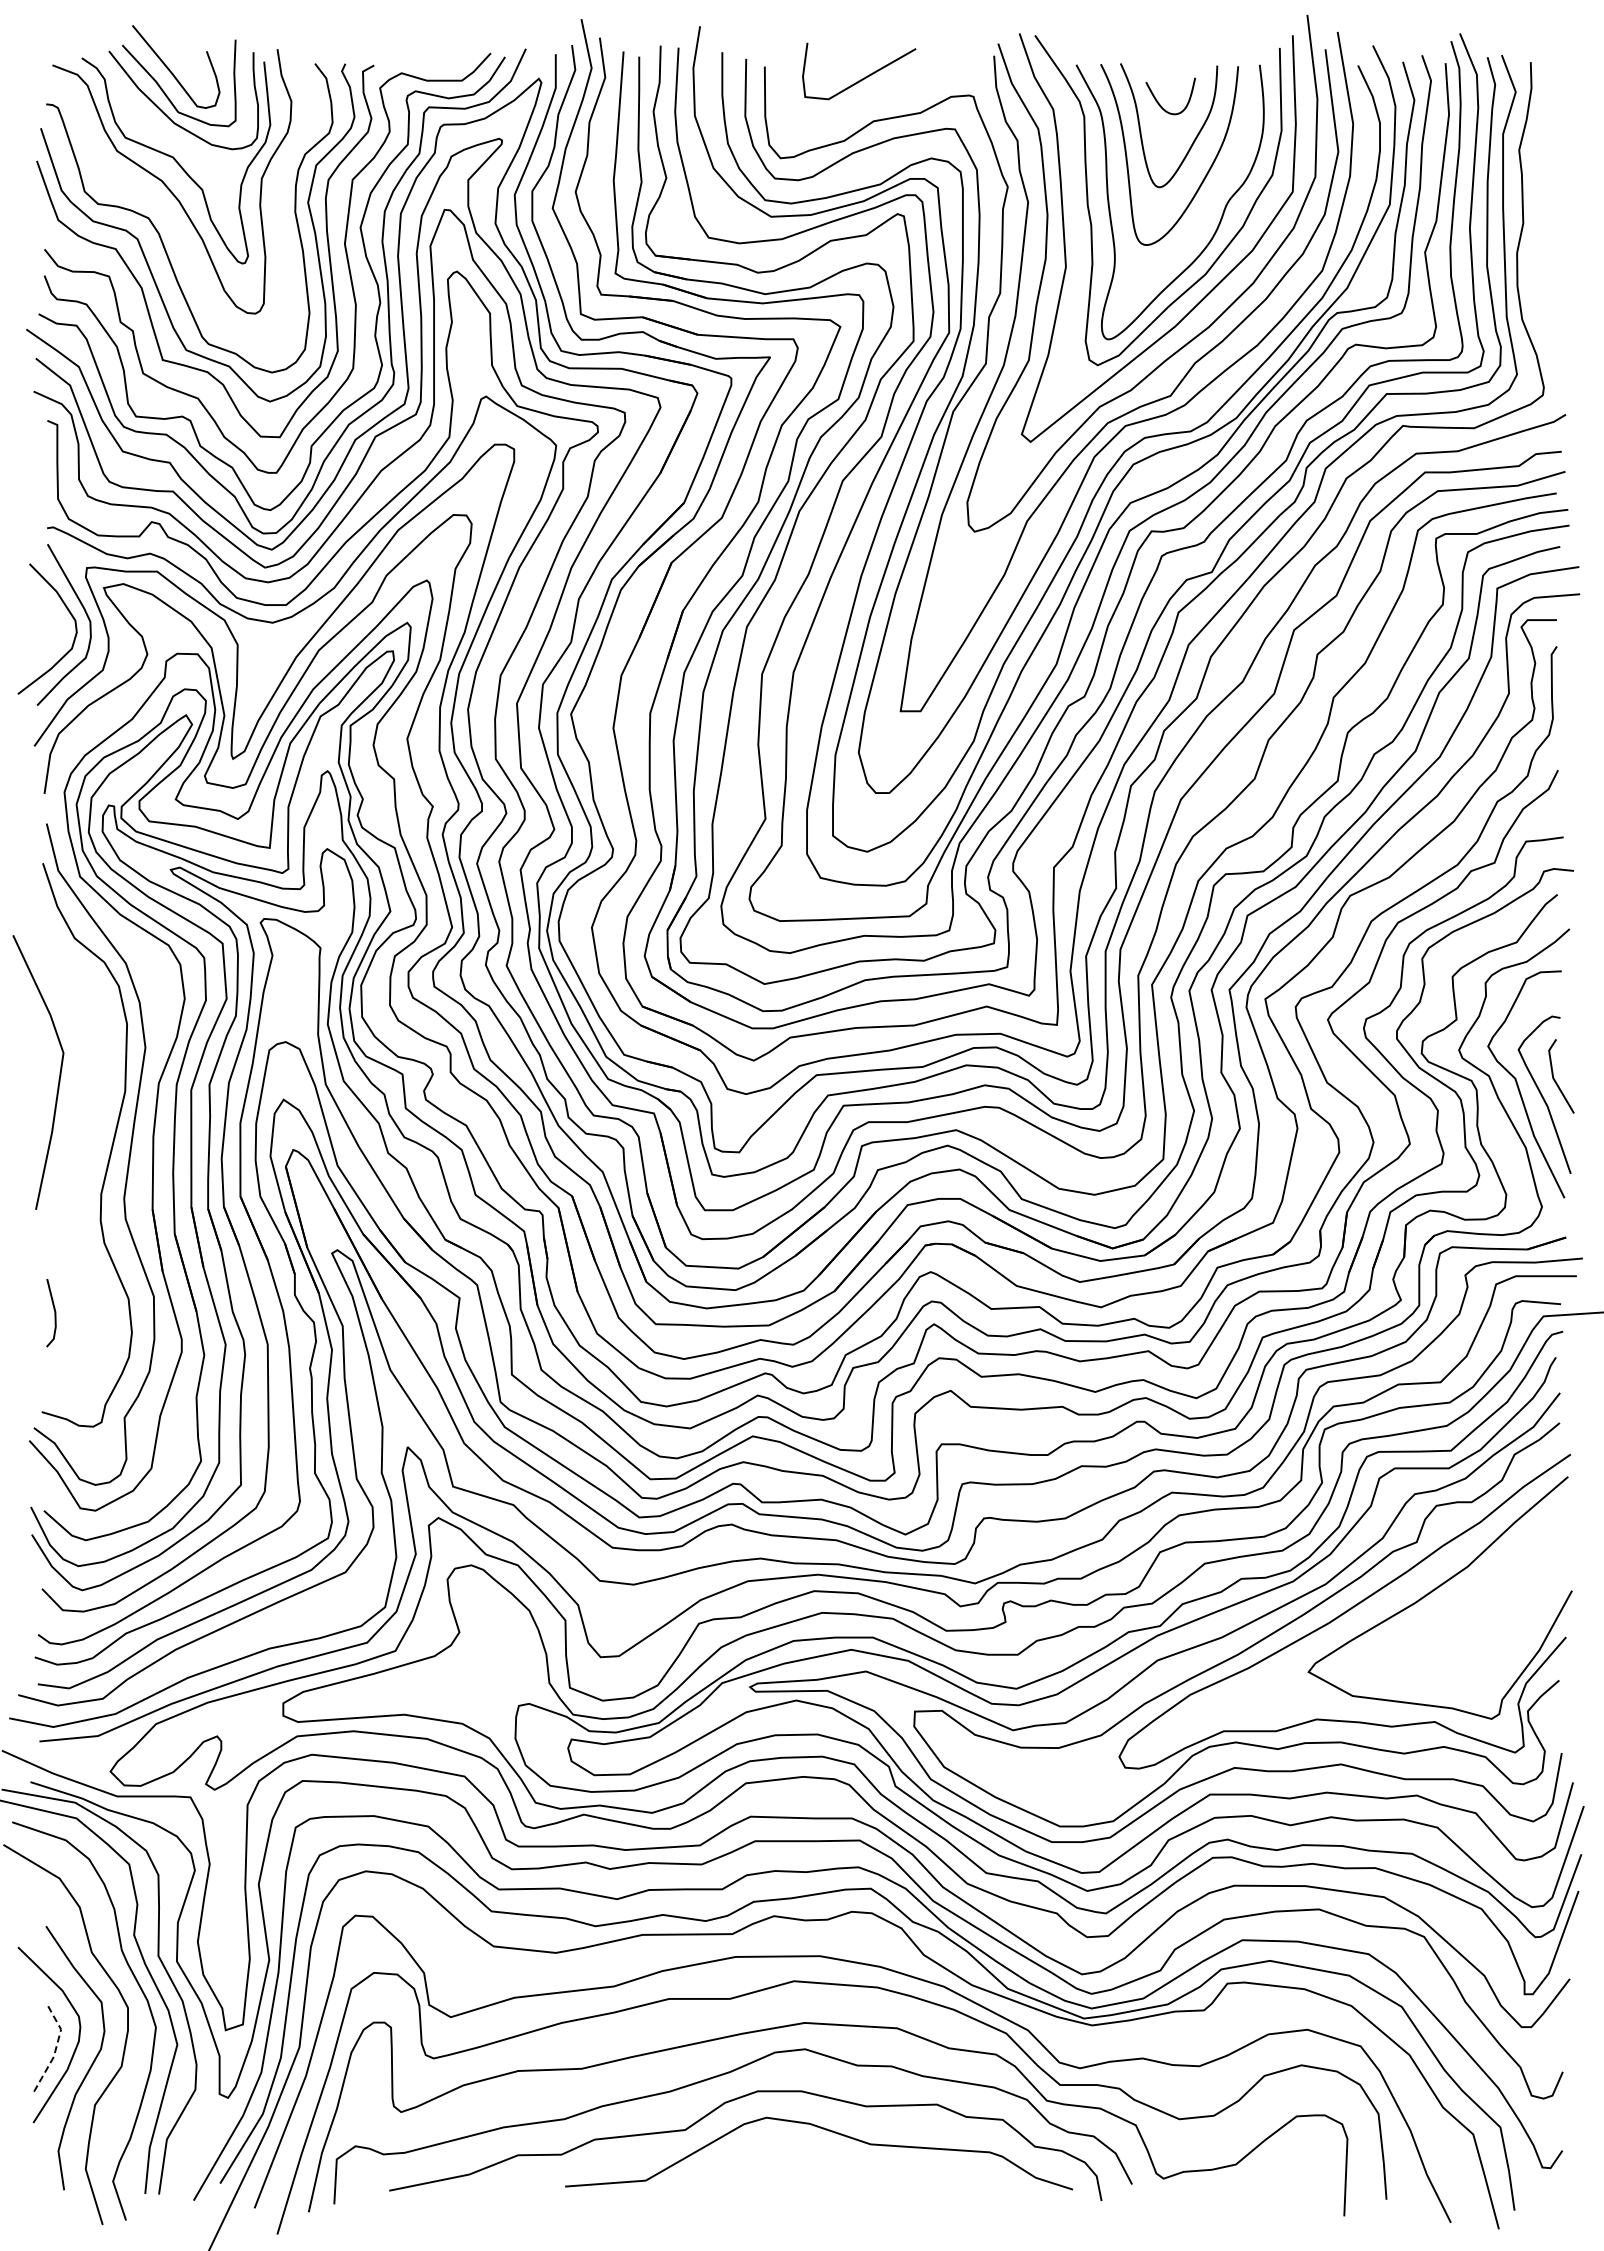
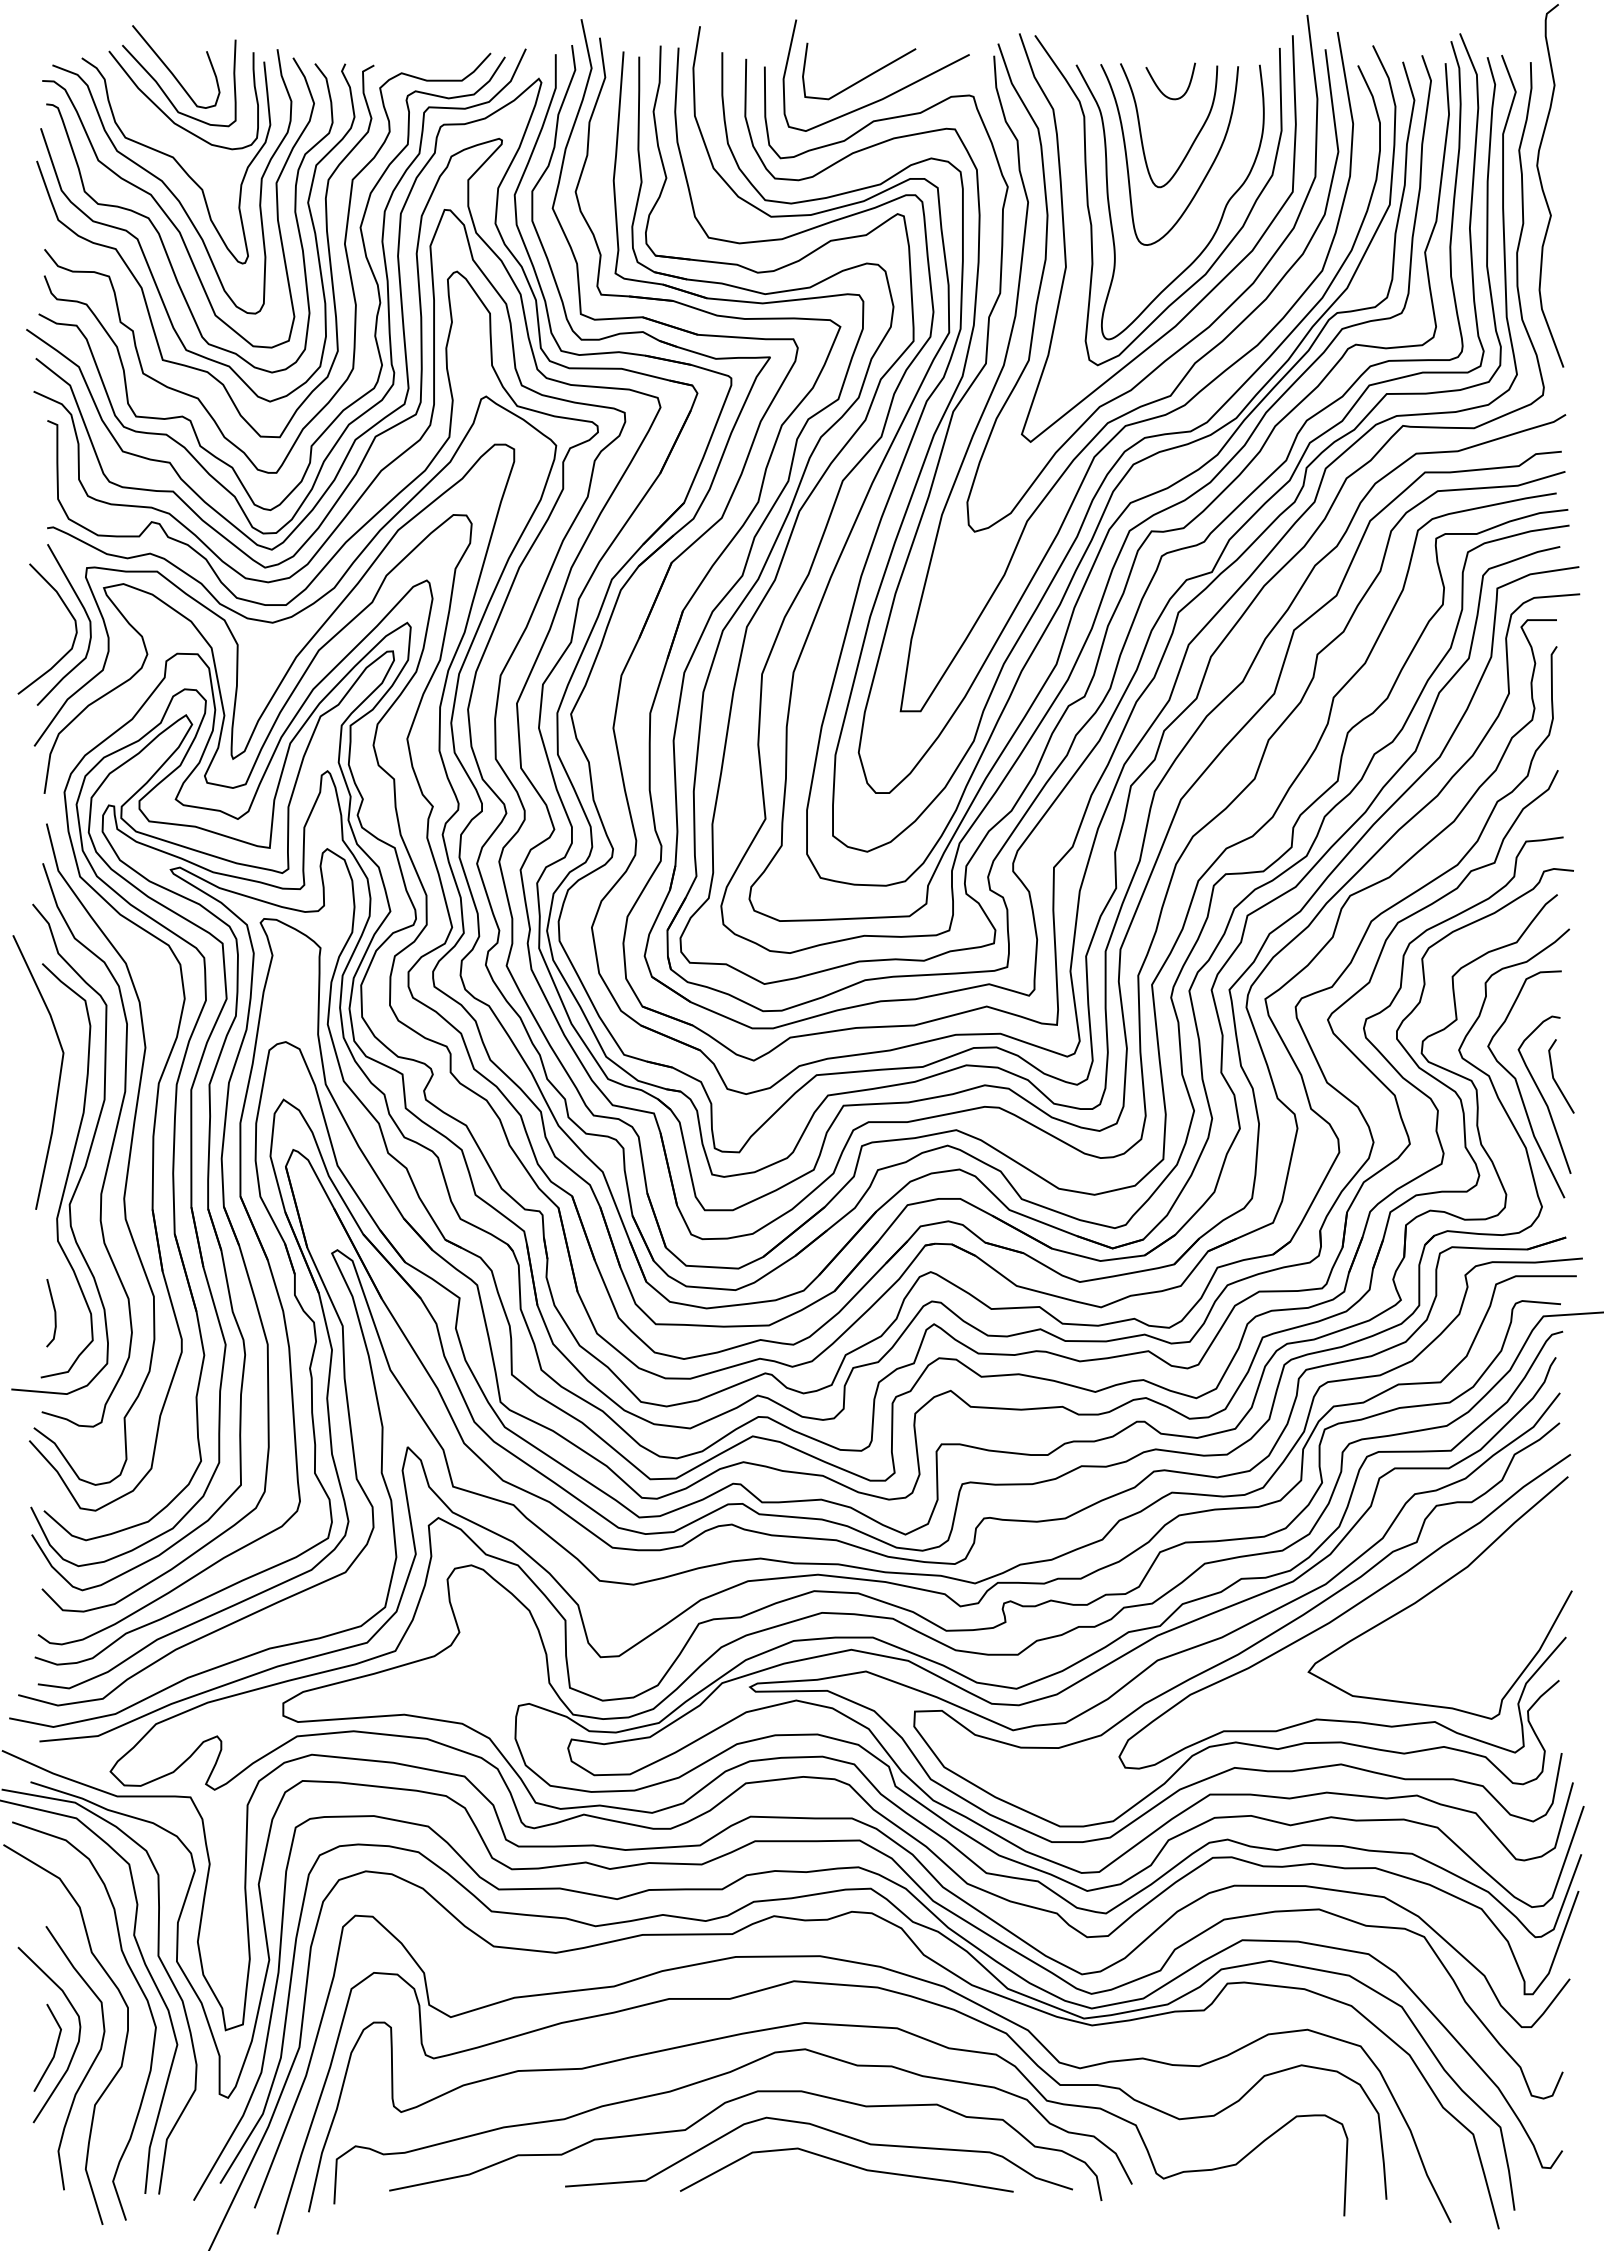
curve at (885, 96): none -> present
curve at (1161, 105) position: (1161, 105) -> (1161, 90)
curve at (1543, 188): none -> present
curve at (164, 210): none -> present
part at (72, 1152): none -> present
line at (56, 2047): dashed -> solid
curve at (848, 2165): none -> present
